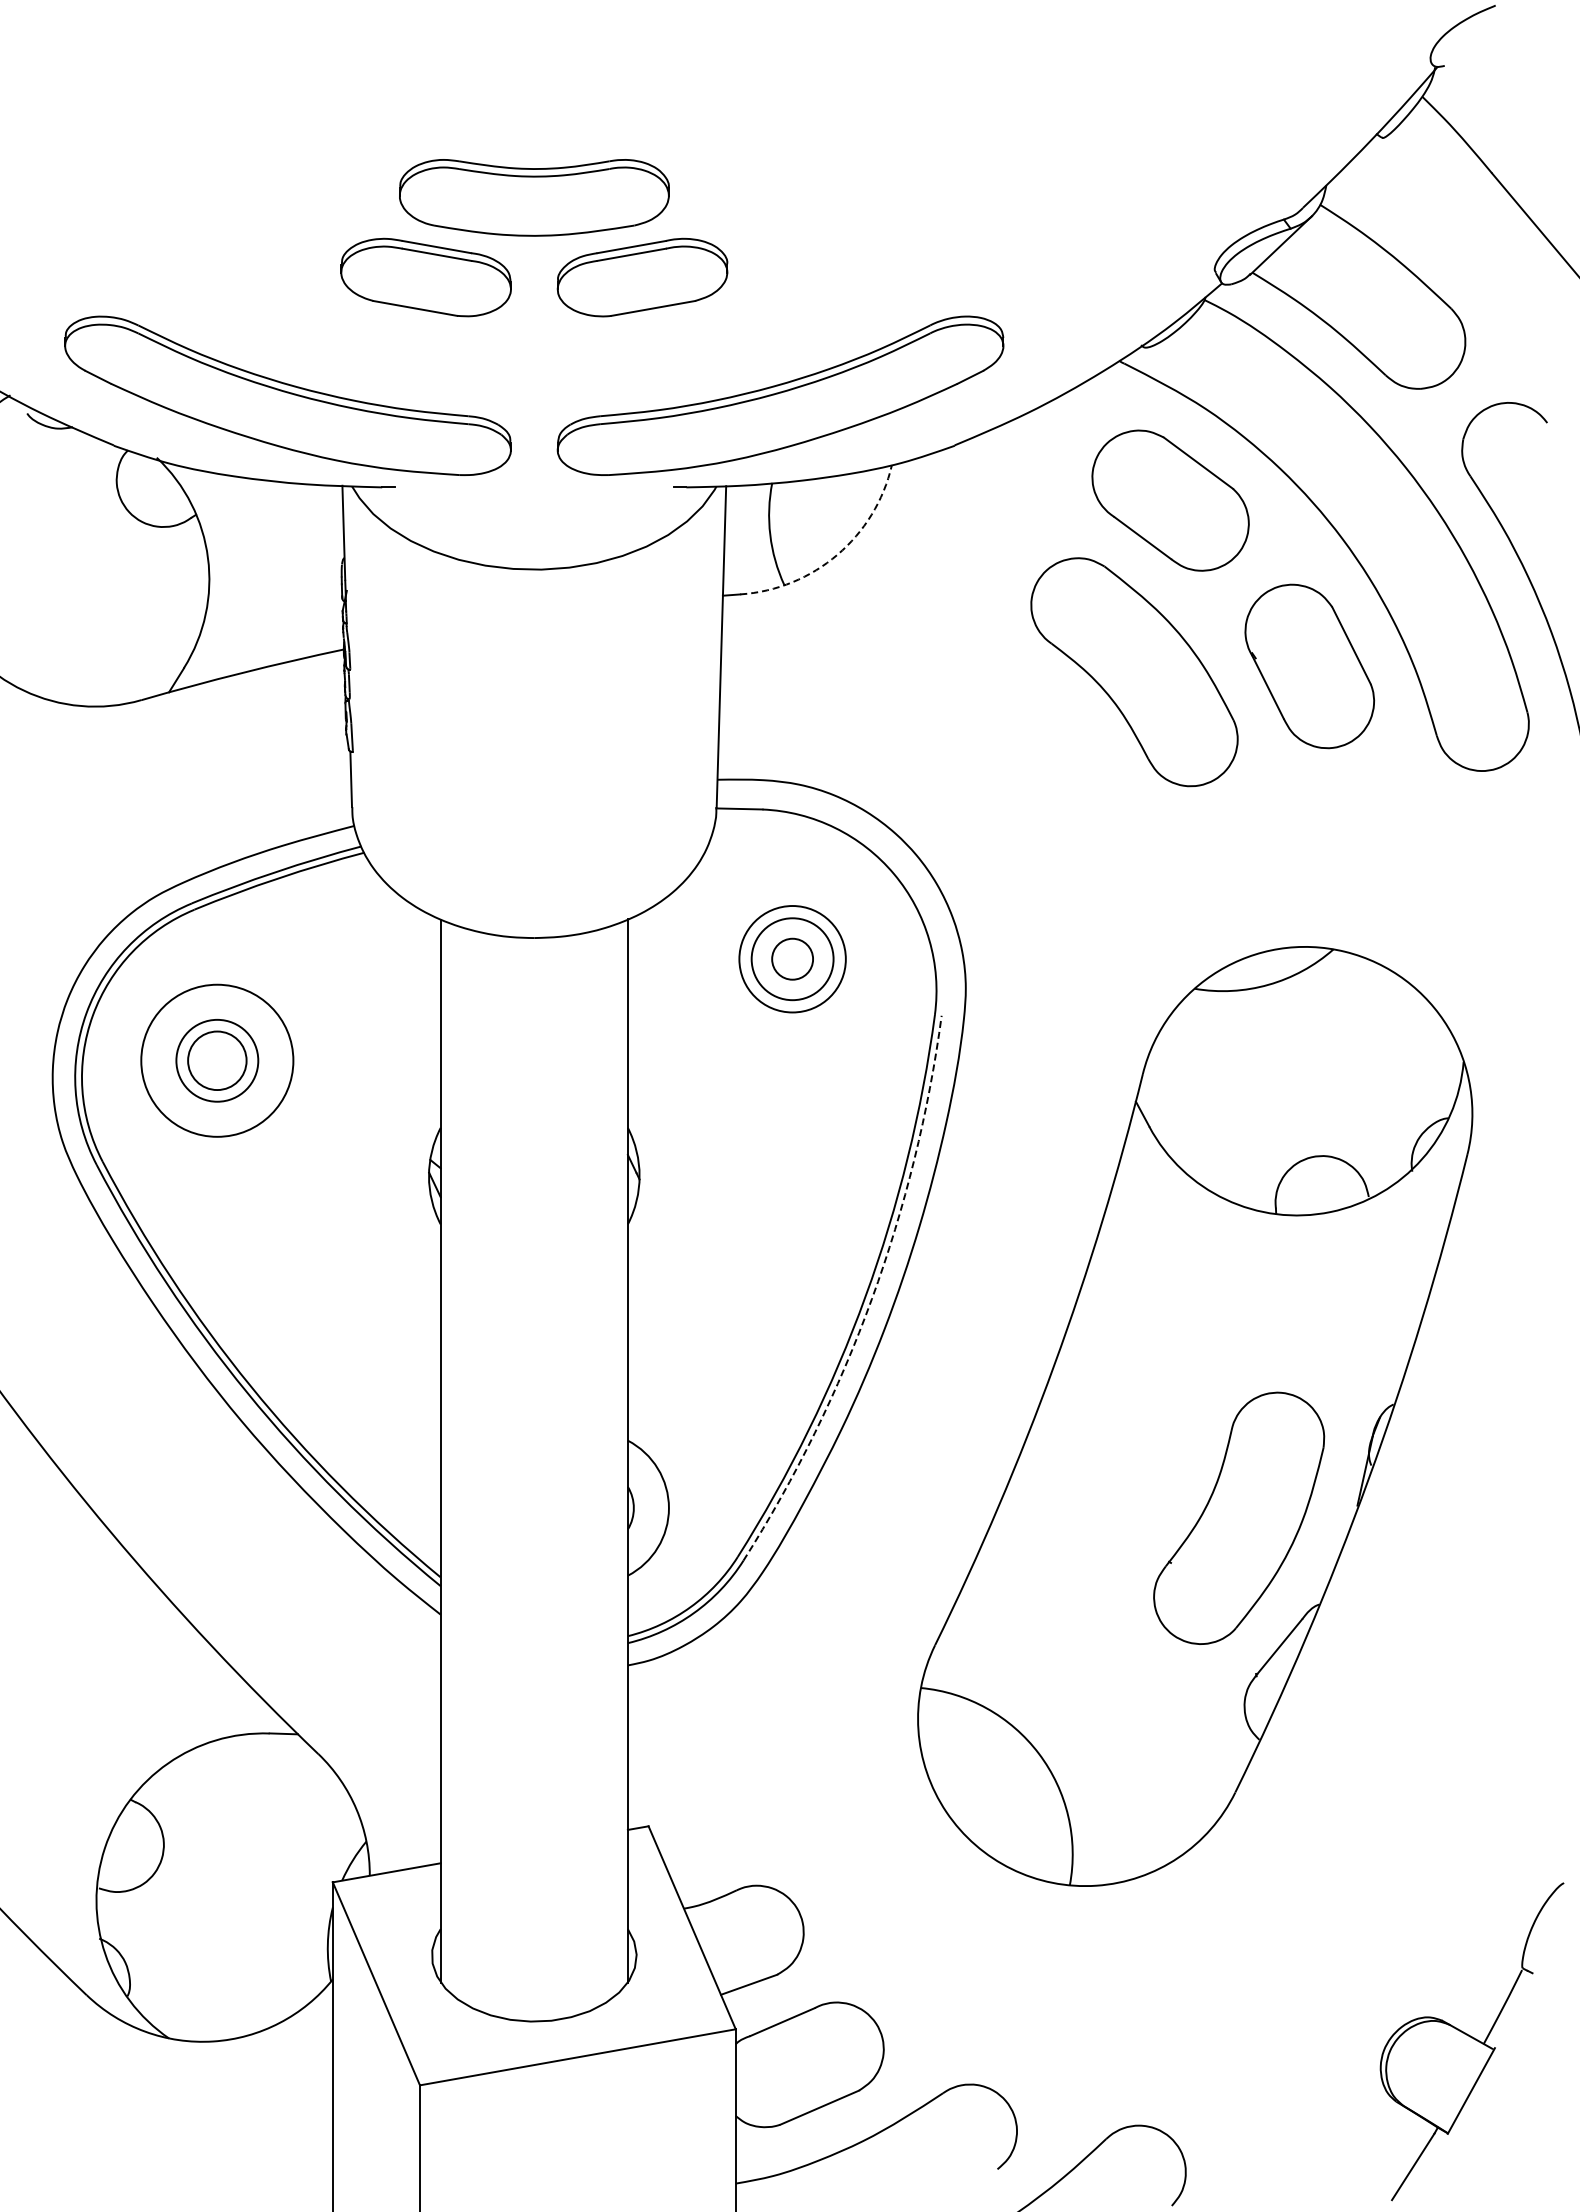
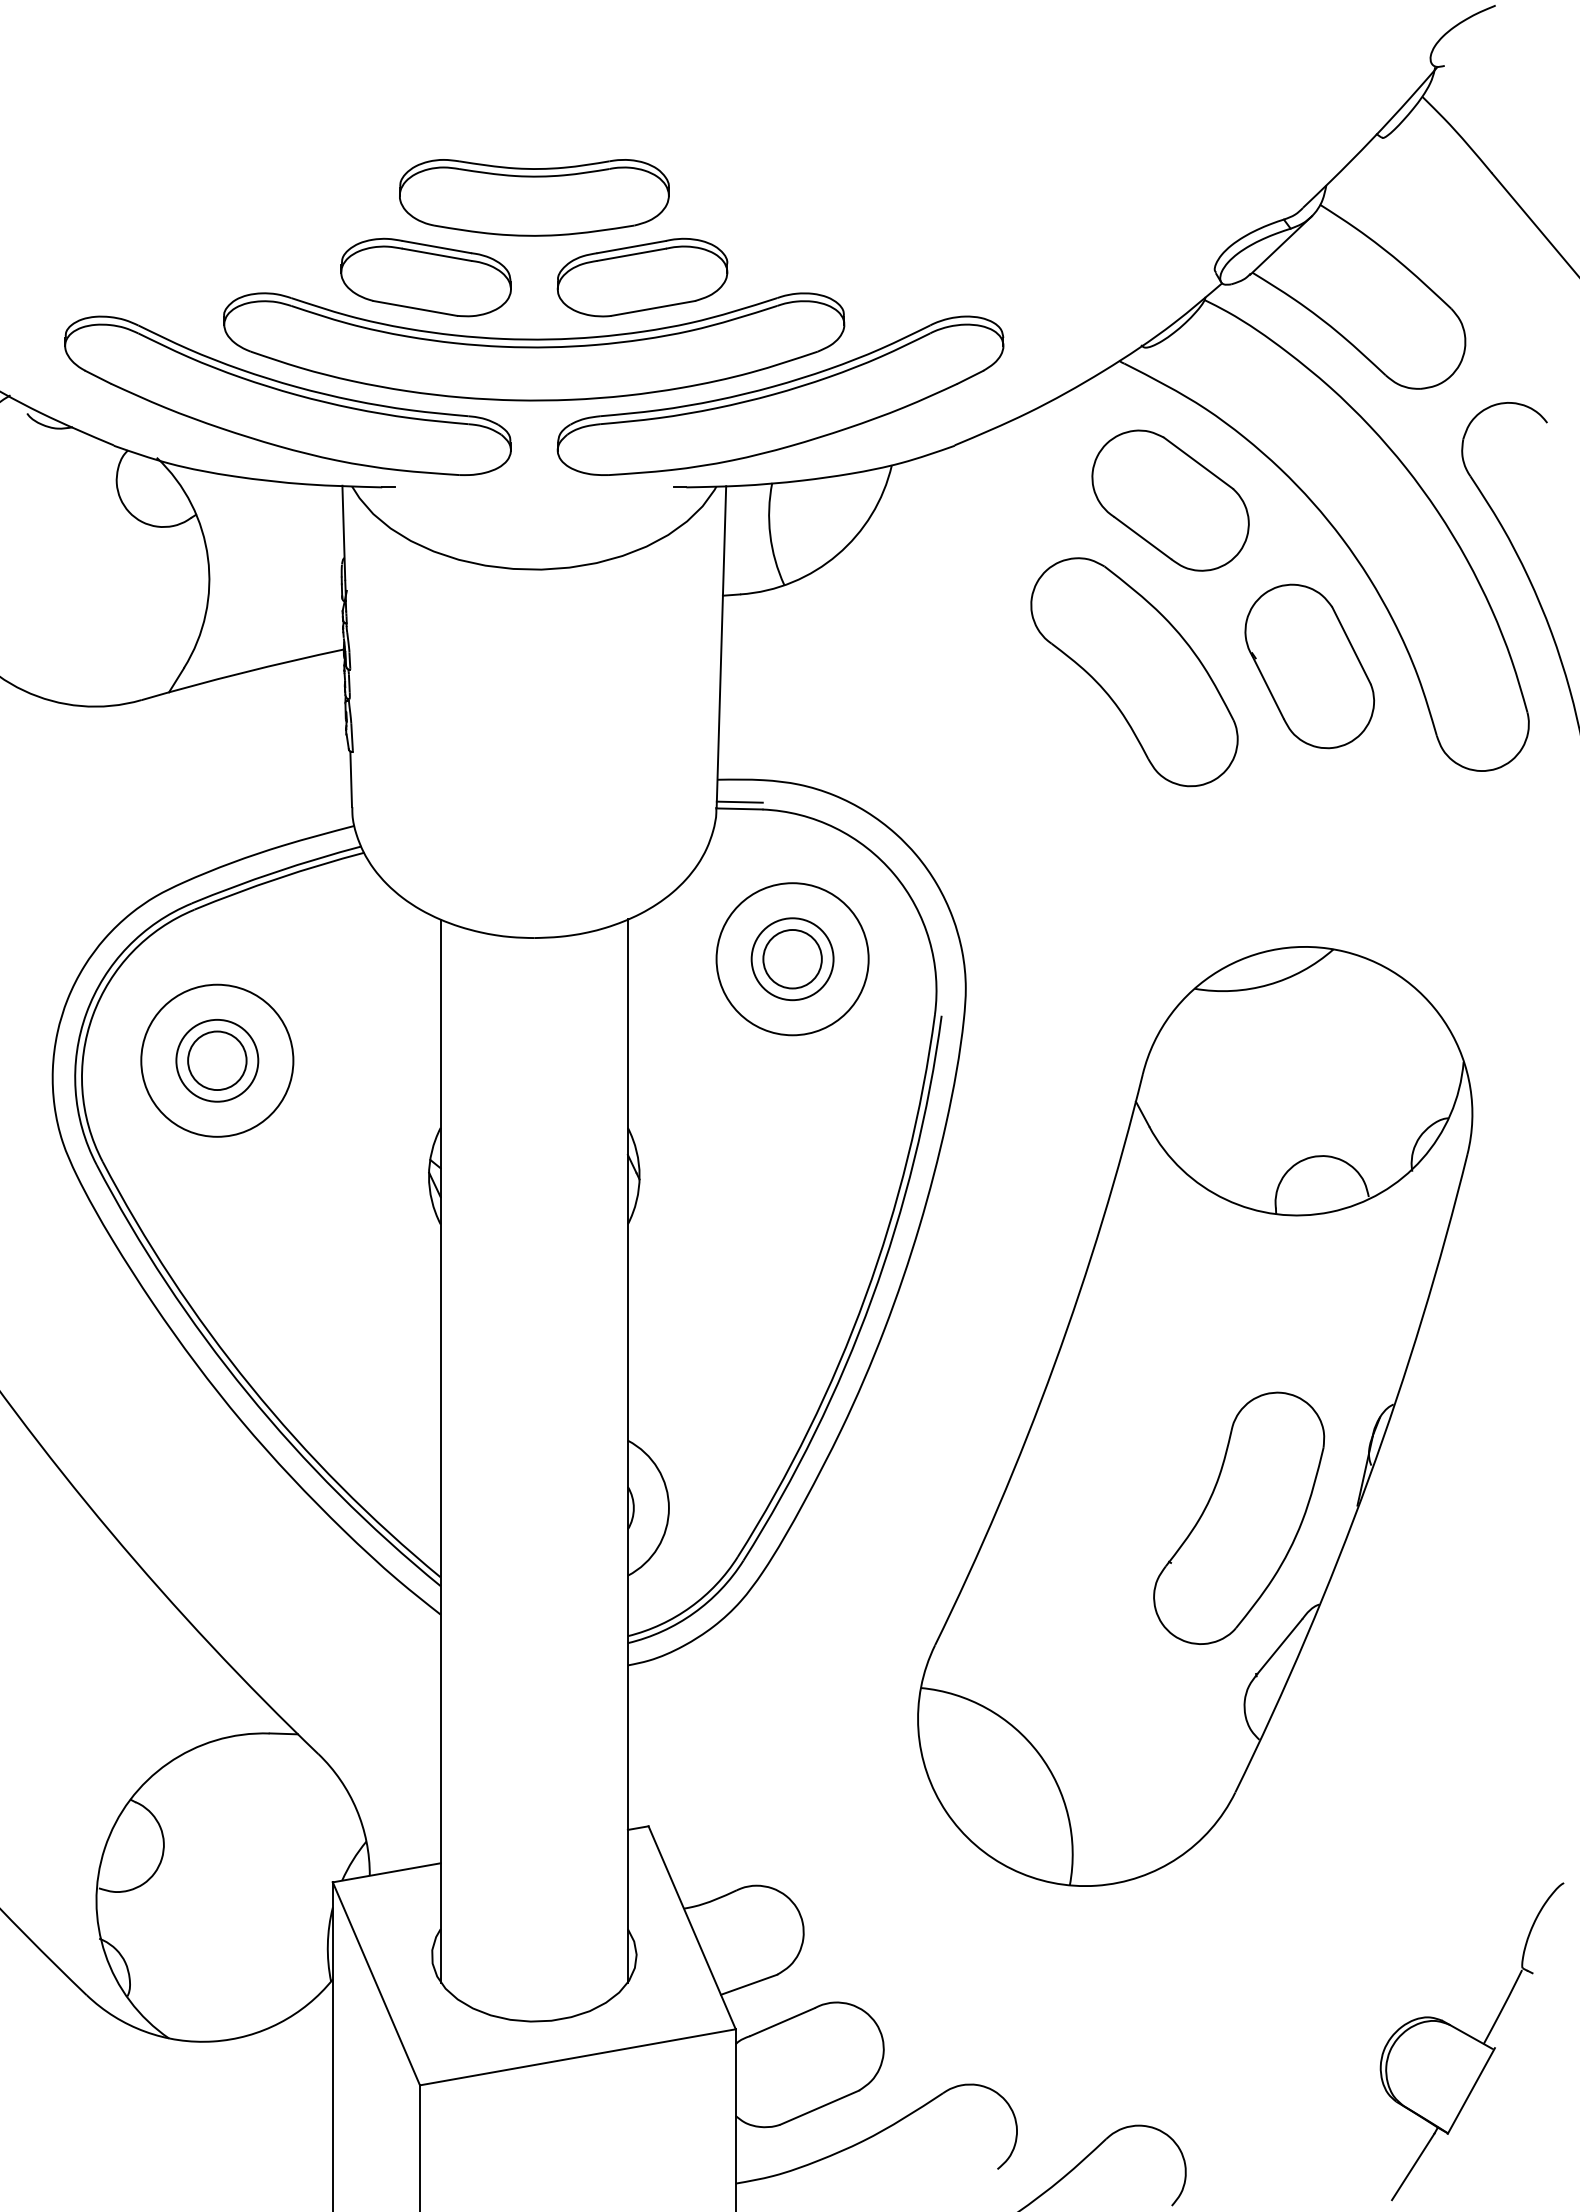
part at (534, 346): none -> present
arc at (837, 554): dashed -> solid
line at (739, 801): none -> present
circle at (792, 958) diameter: 41 px -> 58 px
circle at (792, 959) diameter: 106 px -> 152 px
arc at (871, 1298): dashed -> solid
